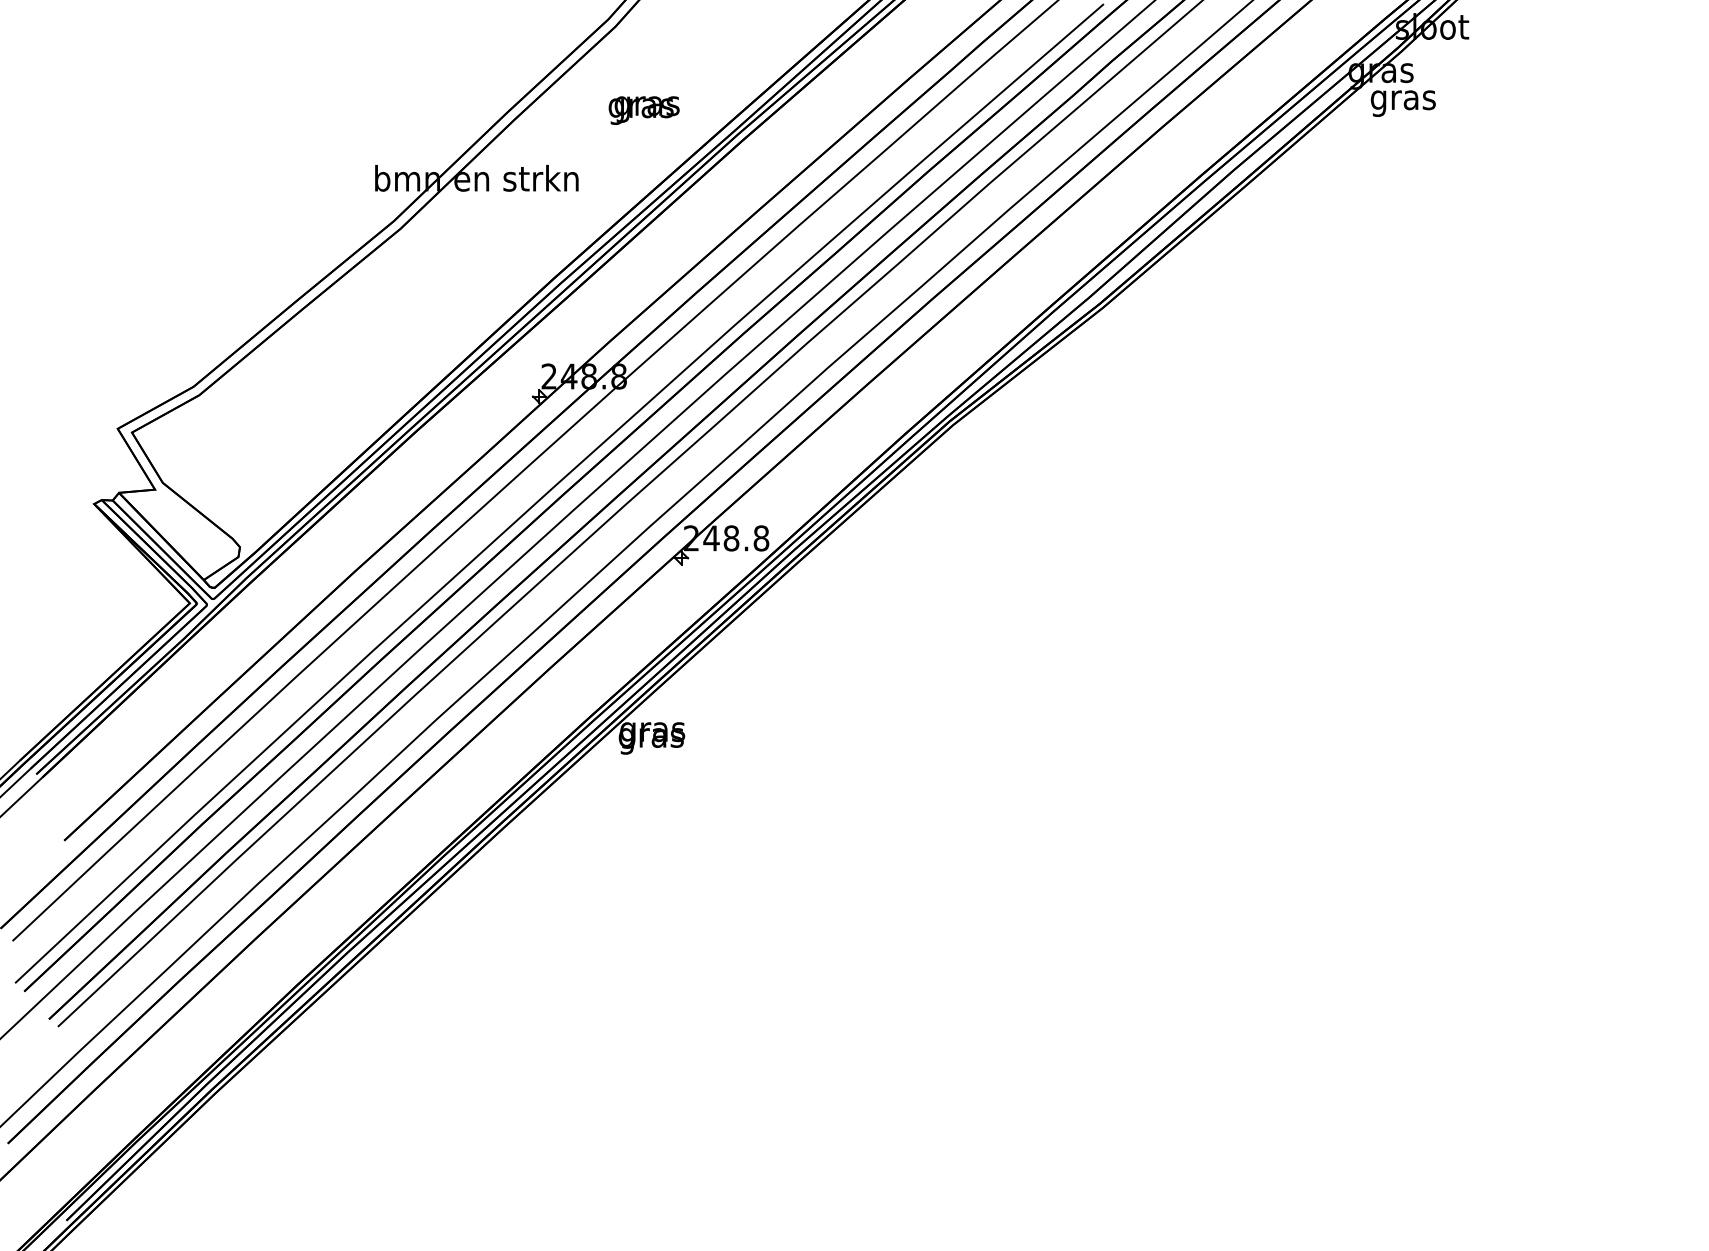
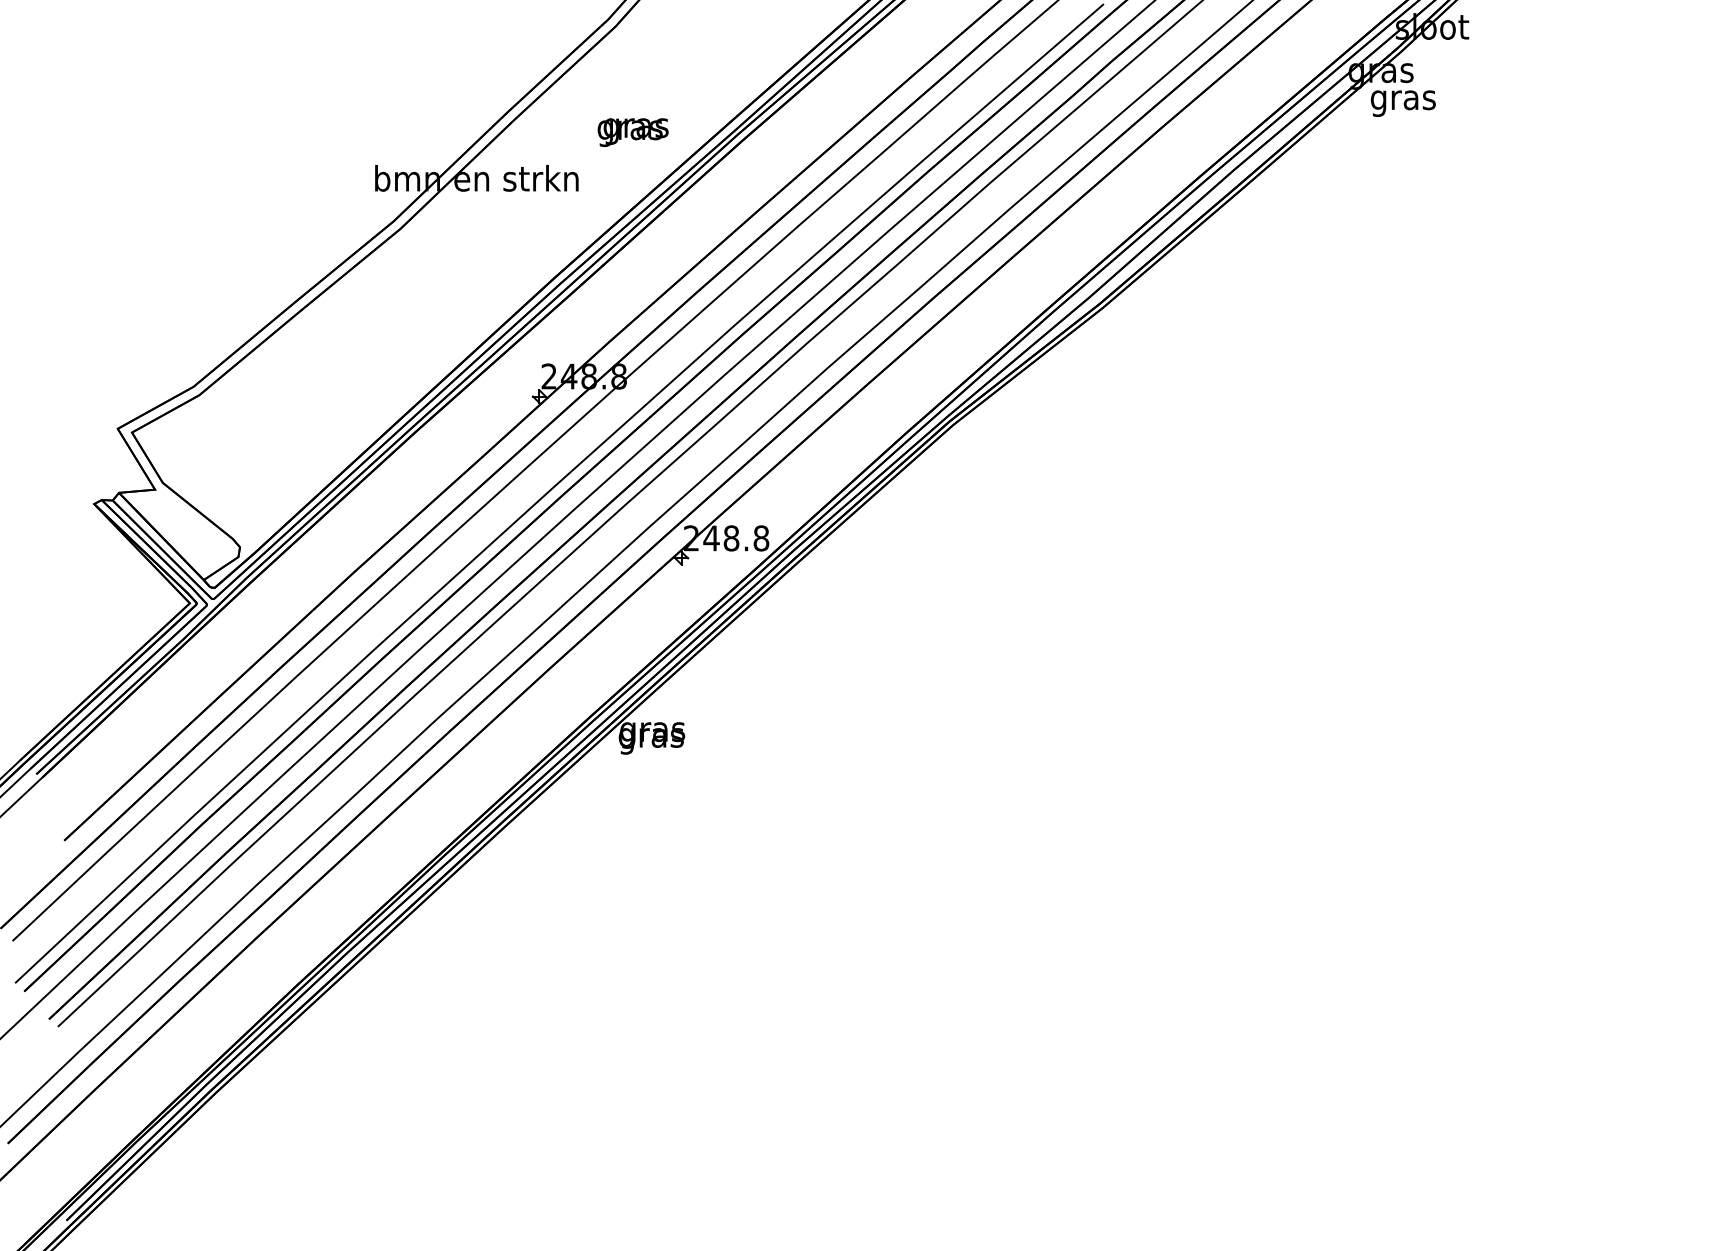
text at (643, 110) position: (643, 110) -> (632, 132)
